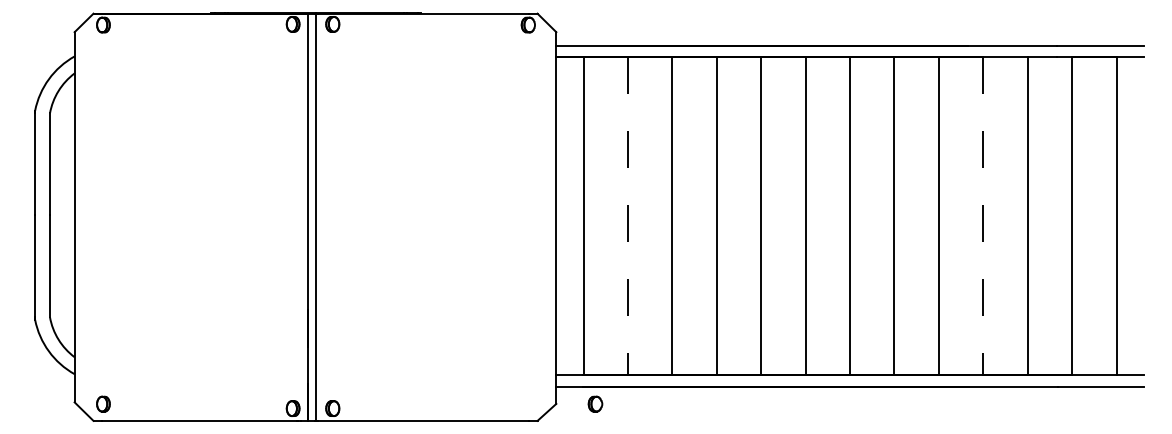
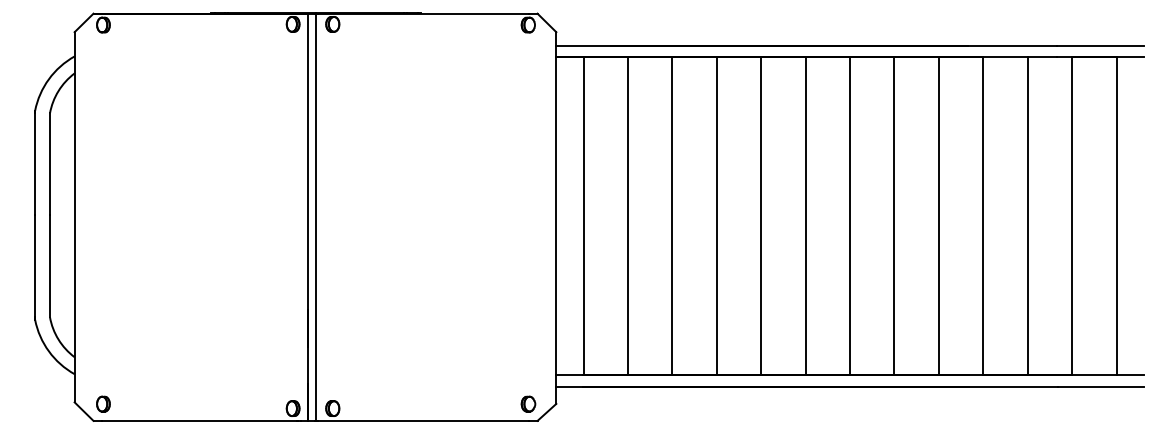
line at (627, 216): dashed -> solid
line at (983, 216): dashed -> solid
part at (595, 403) position: (595, 403) -> (528, 403)
